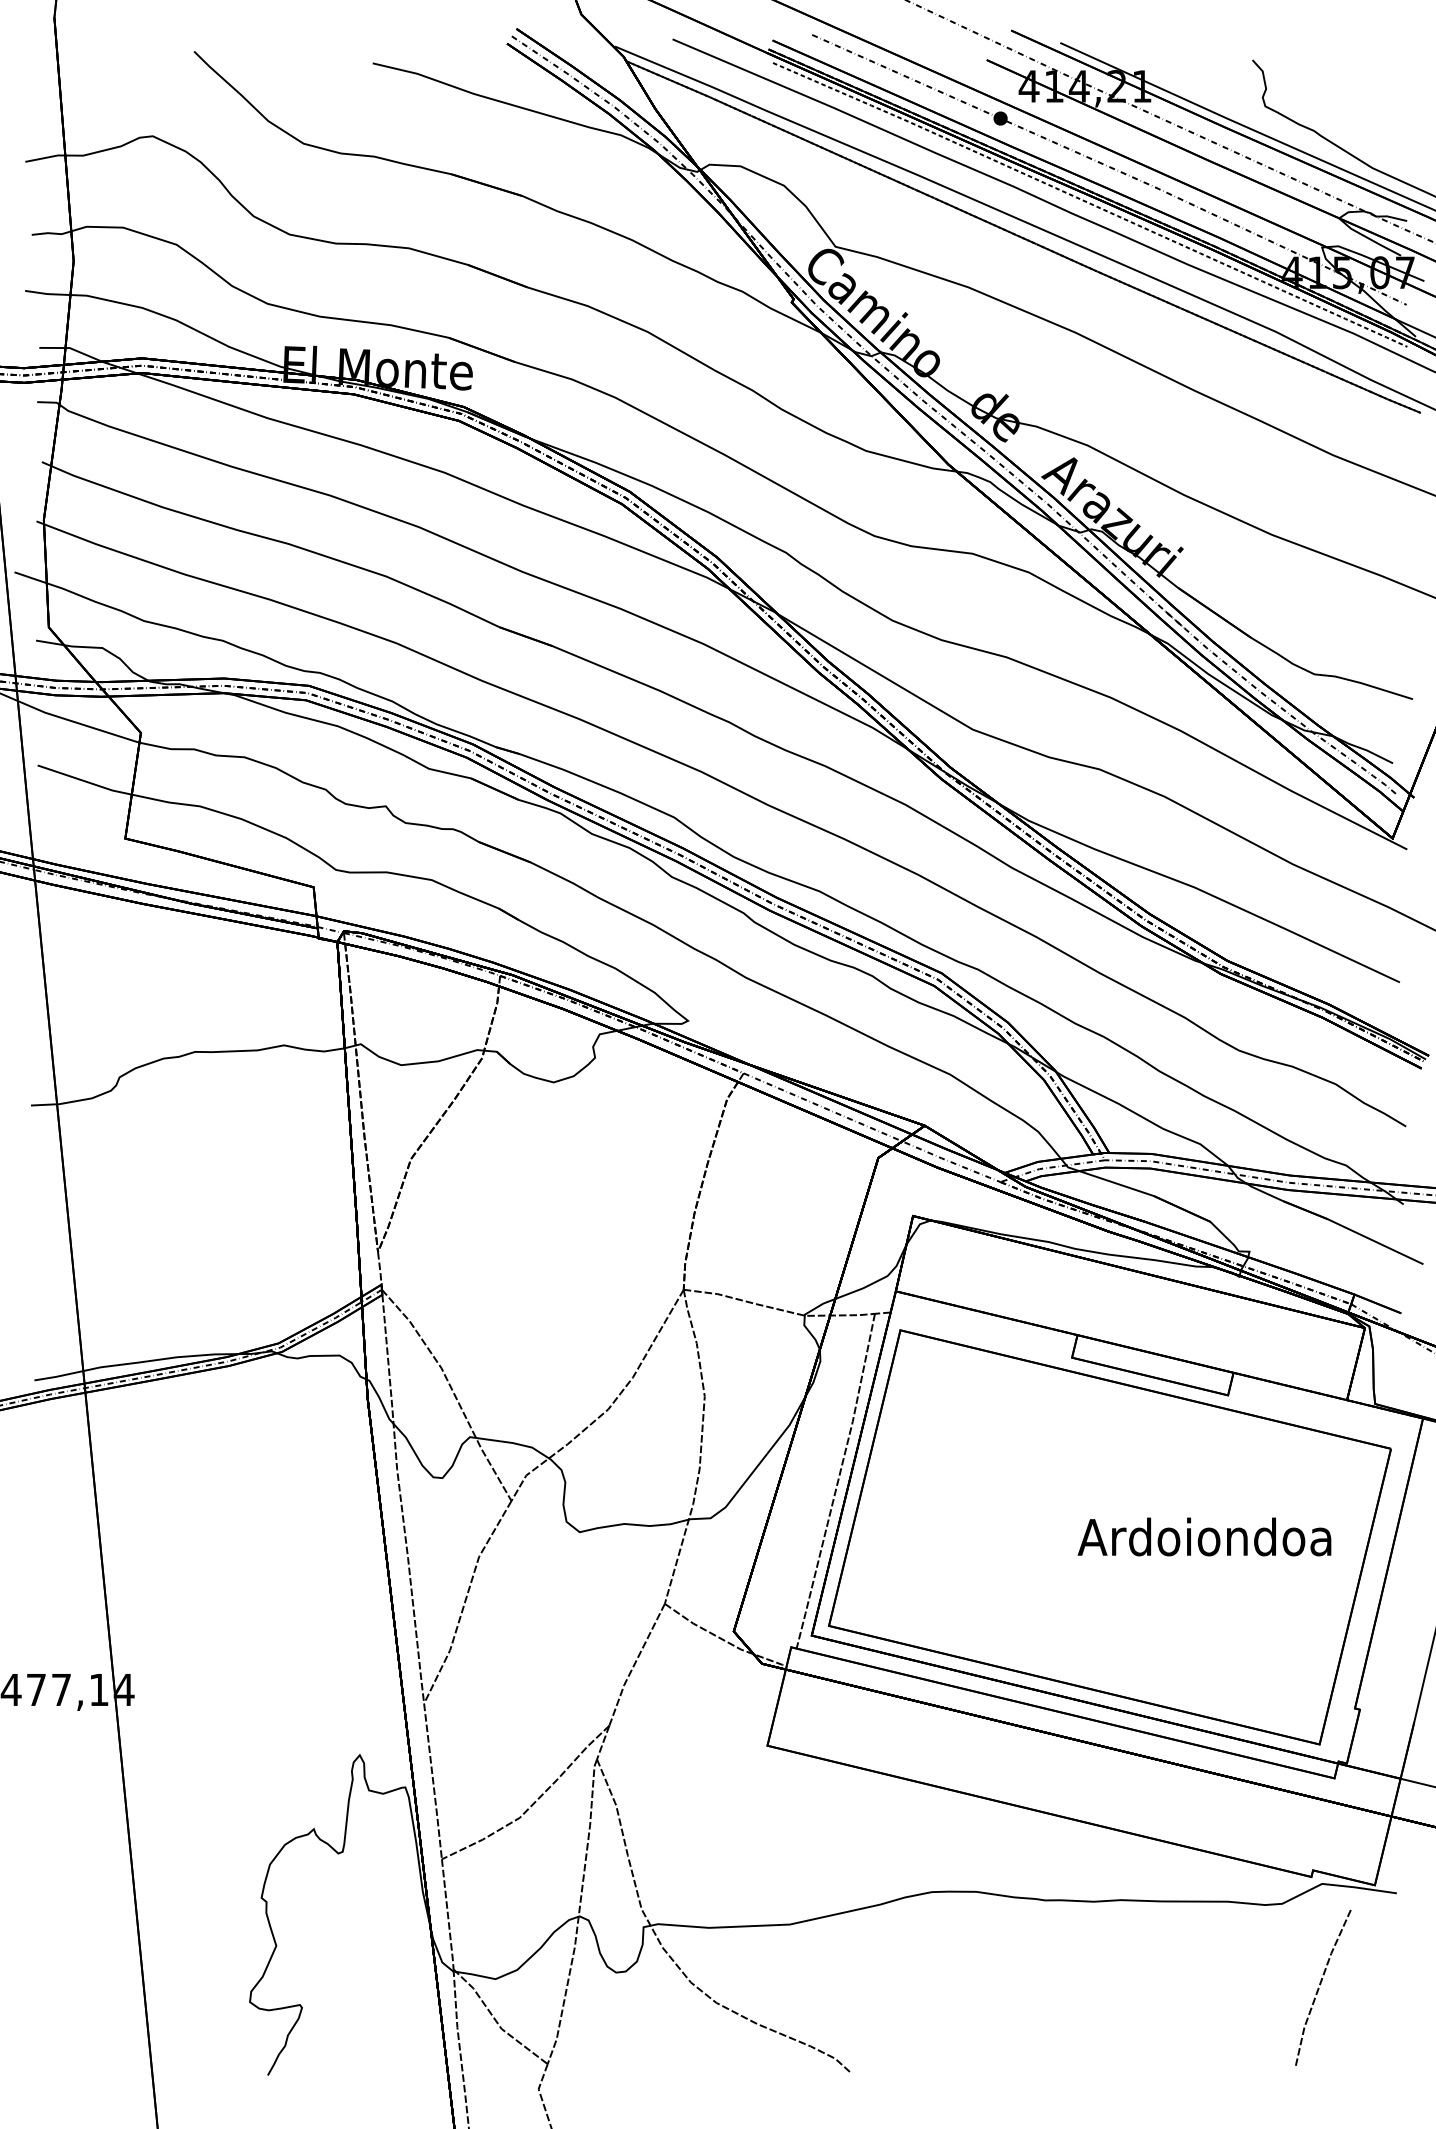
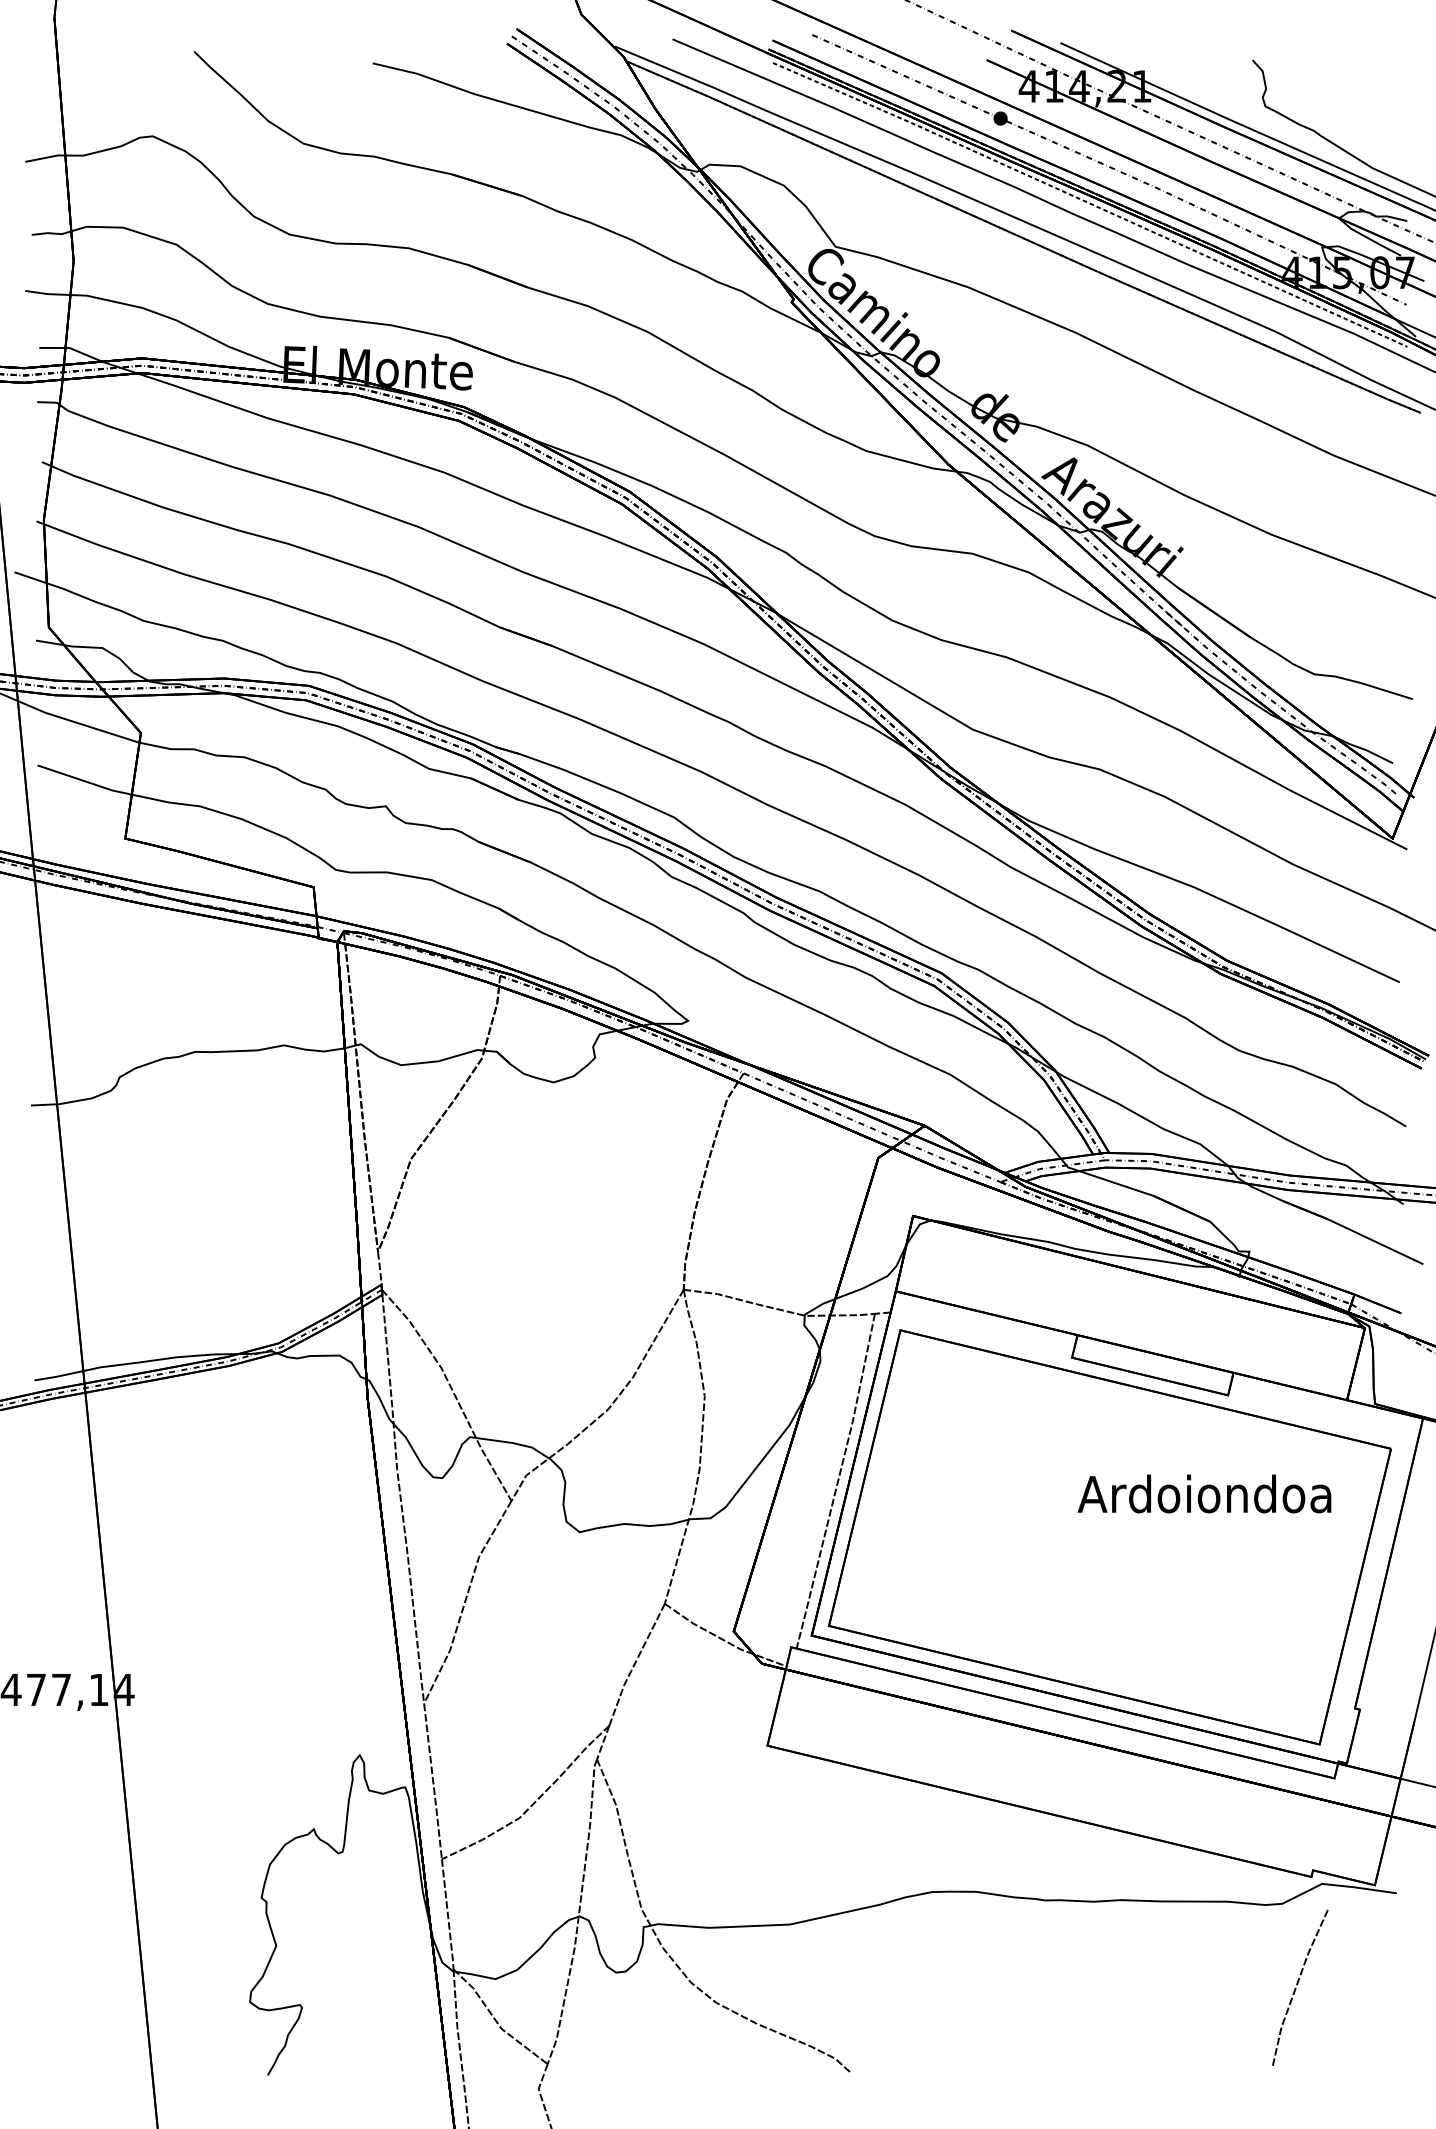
text at (1204, 1536) position: (1204, 1536) -> (1204, 1493)
line at (1320, 1985) position: (1320, 1985) -> (1297, 1985)
